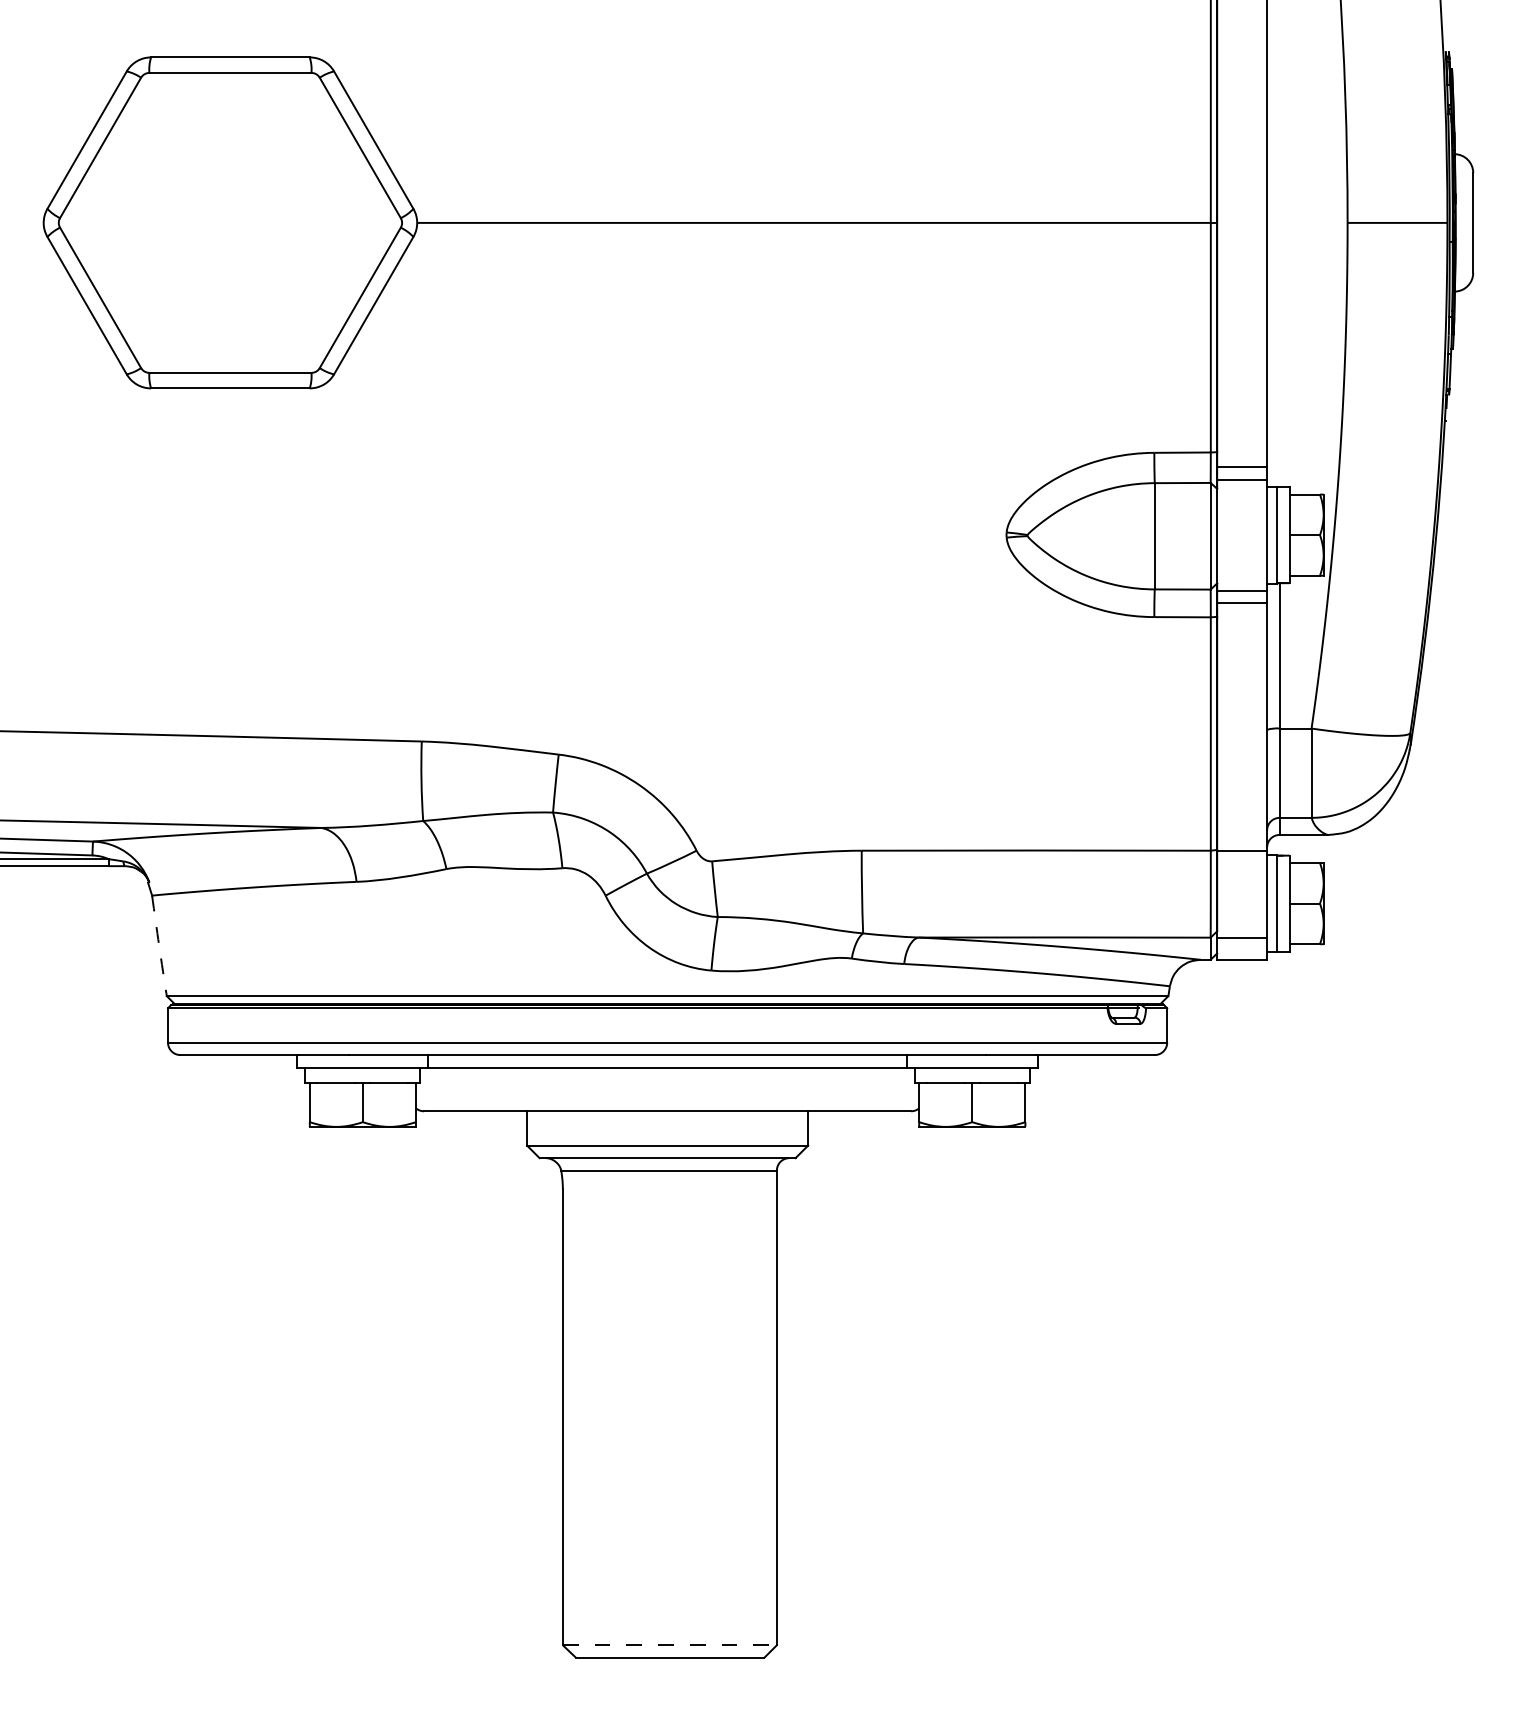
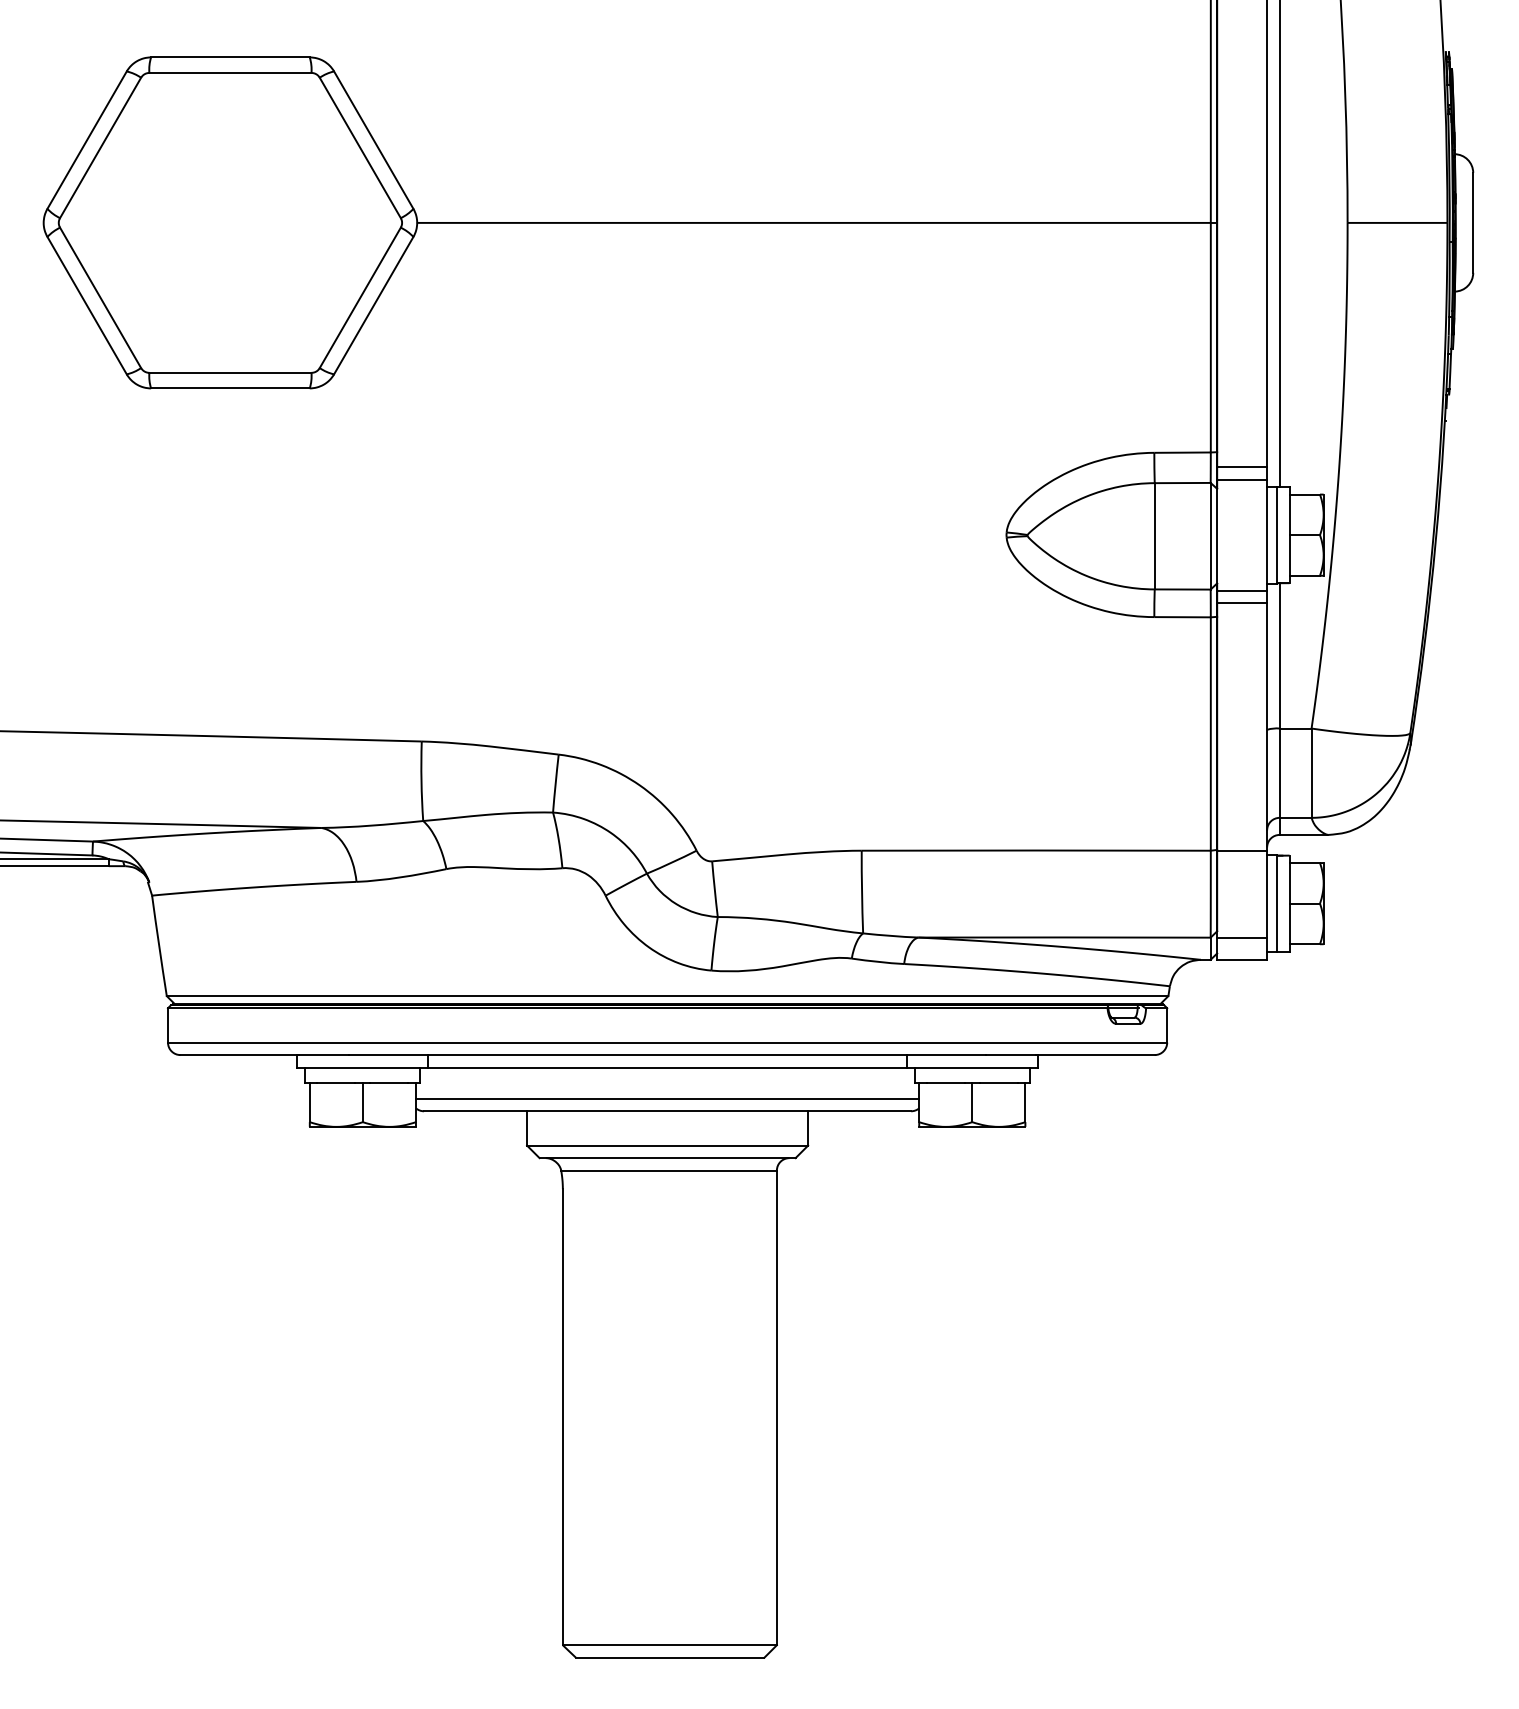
line at (1279, 244): none -> present
arc at (159, 945): dashed -> solid
line at (667, 1098): none -> present
line at (670, 1645): dashed -> solid
